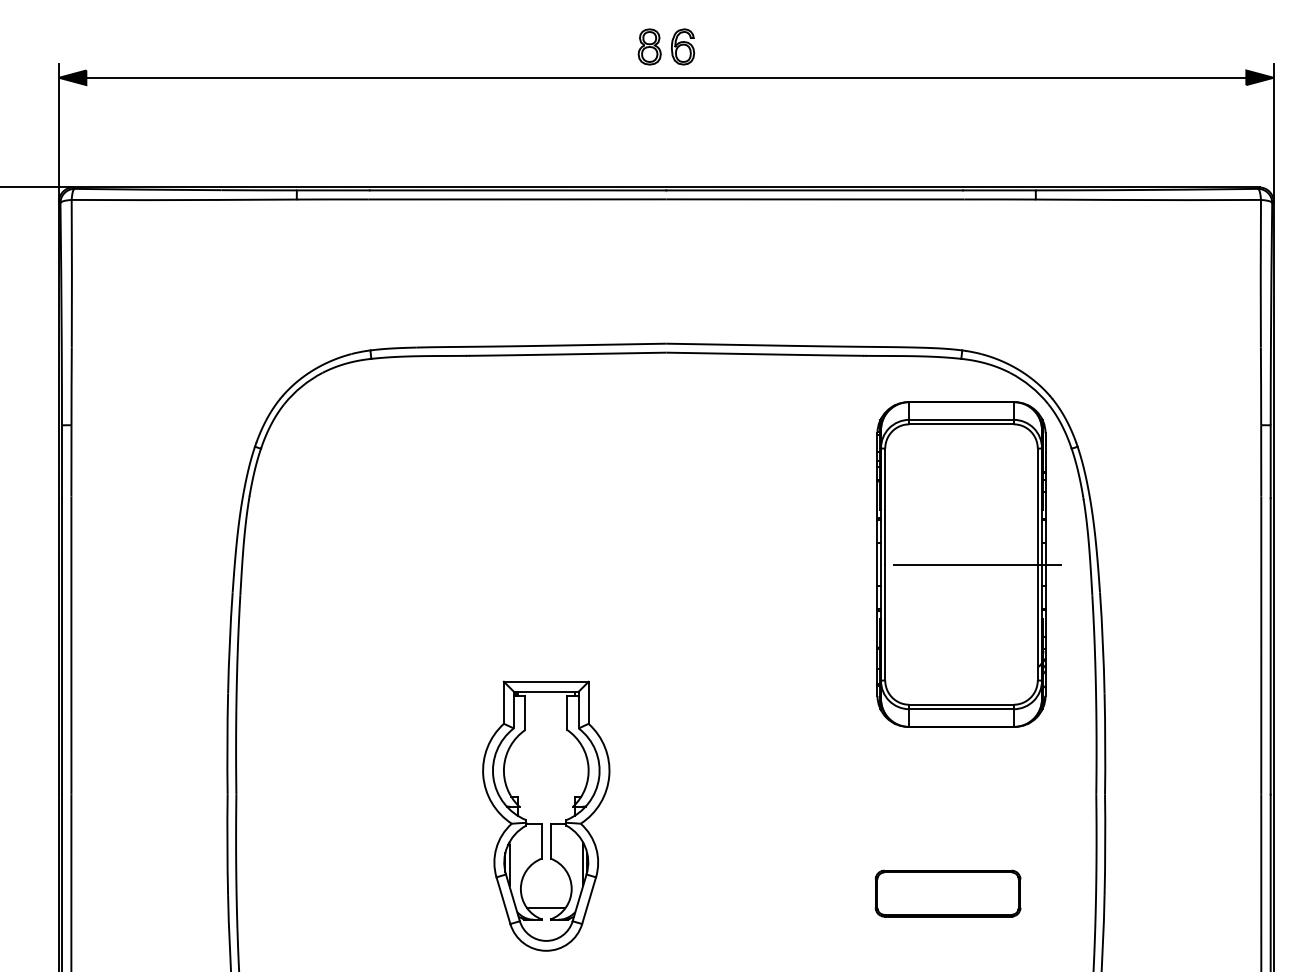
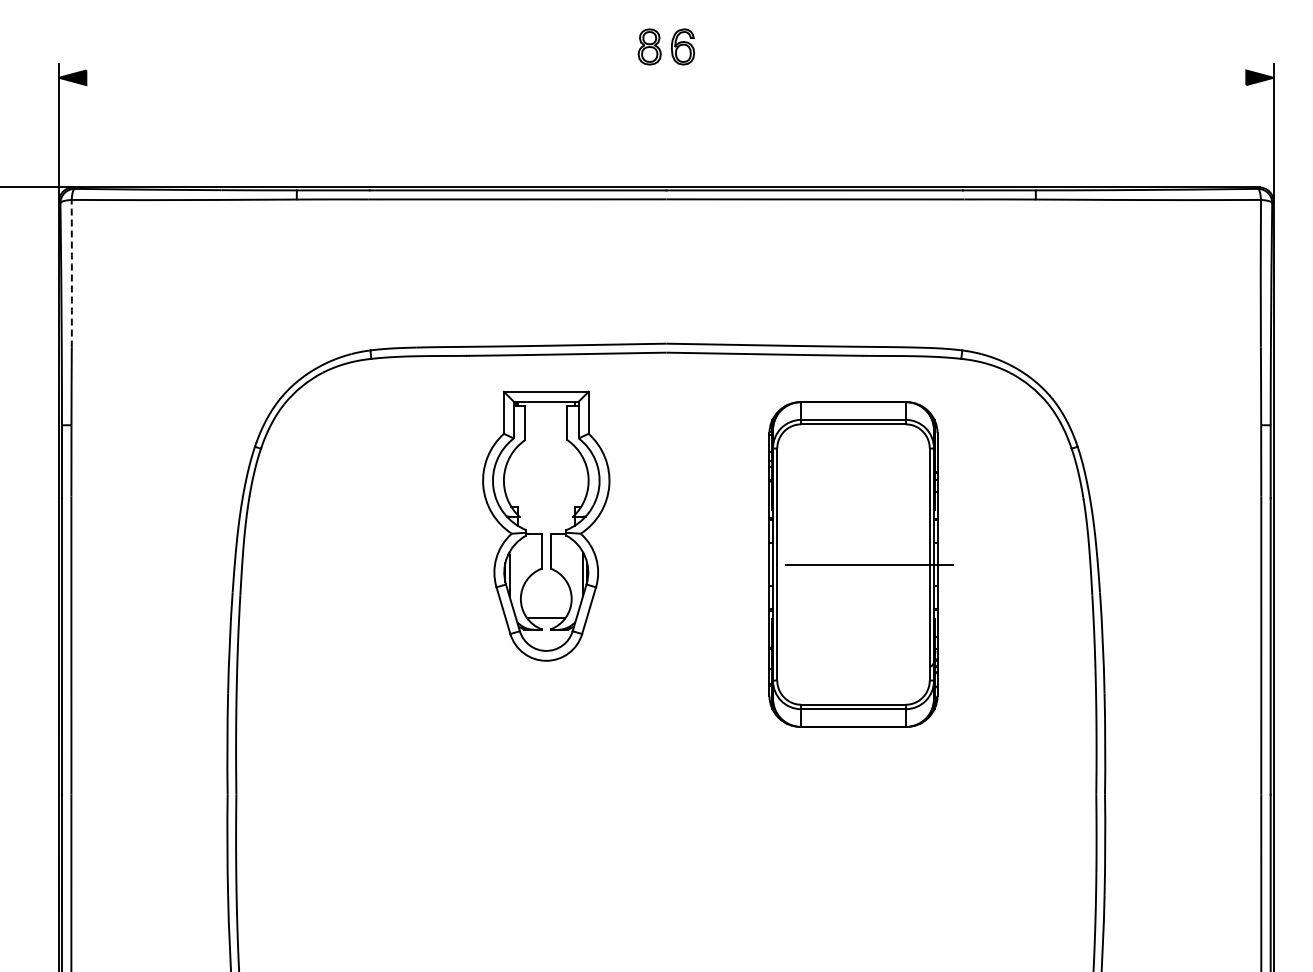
line at (666, 77): present -> none
arc at (71, 273): solid -> dashed
part at (968, 564) position: (968, 564) -> (860, 564)
part at (546, 815) position: (546, 815) -> (546, 525)
part at (947, 893): present -> none
